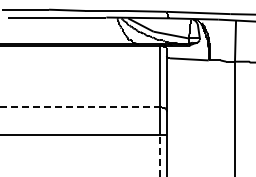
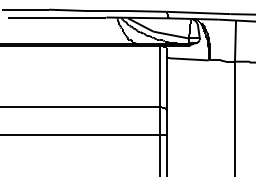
line at (80, 106): dashed -> solid
line at (160, 155): dashed -> solid
